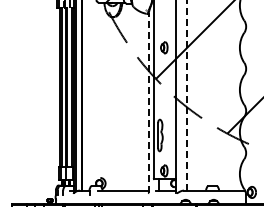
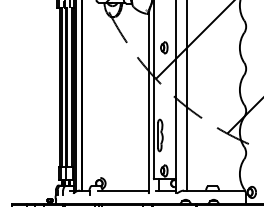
line at (187, 95): dashed -> solid
line at (148, 102): dashed -> solid
